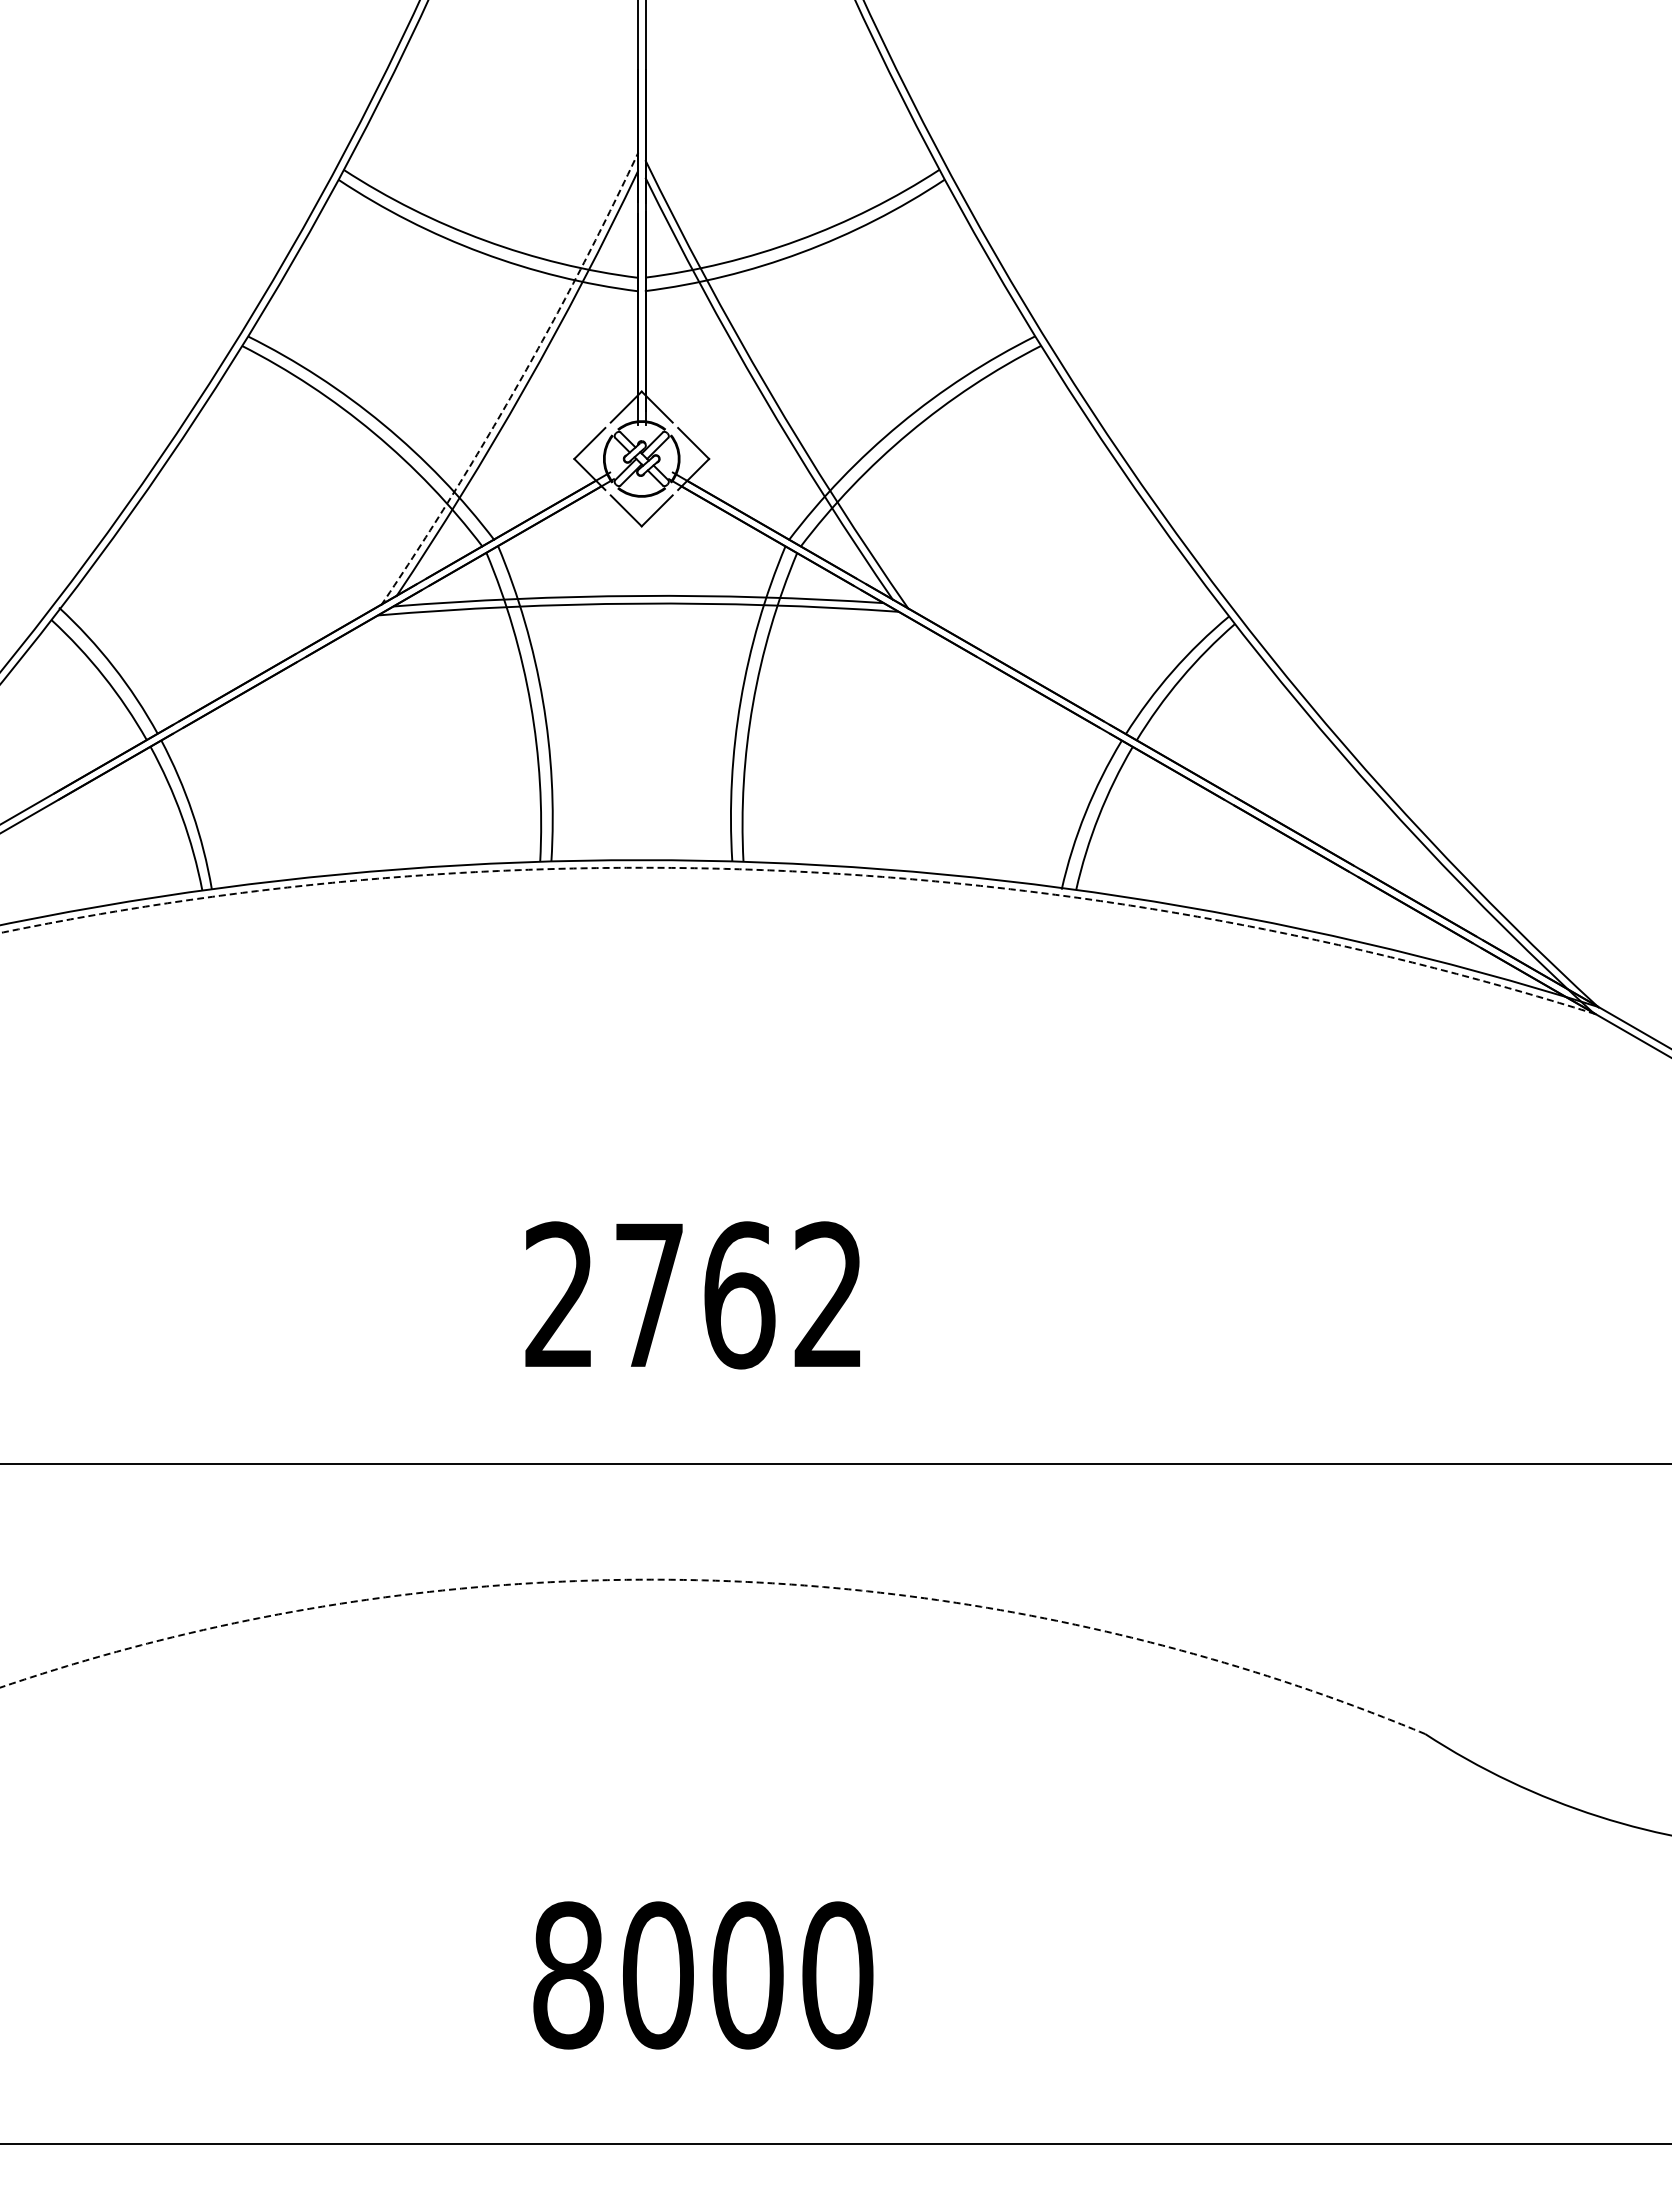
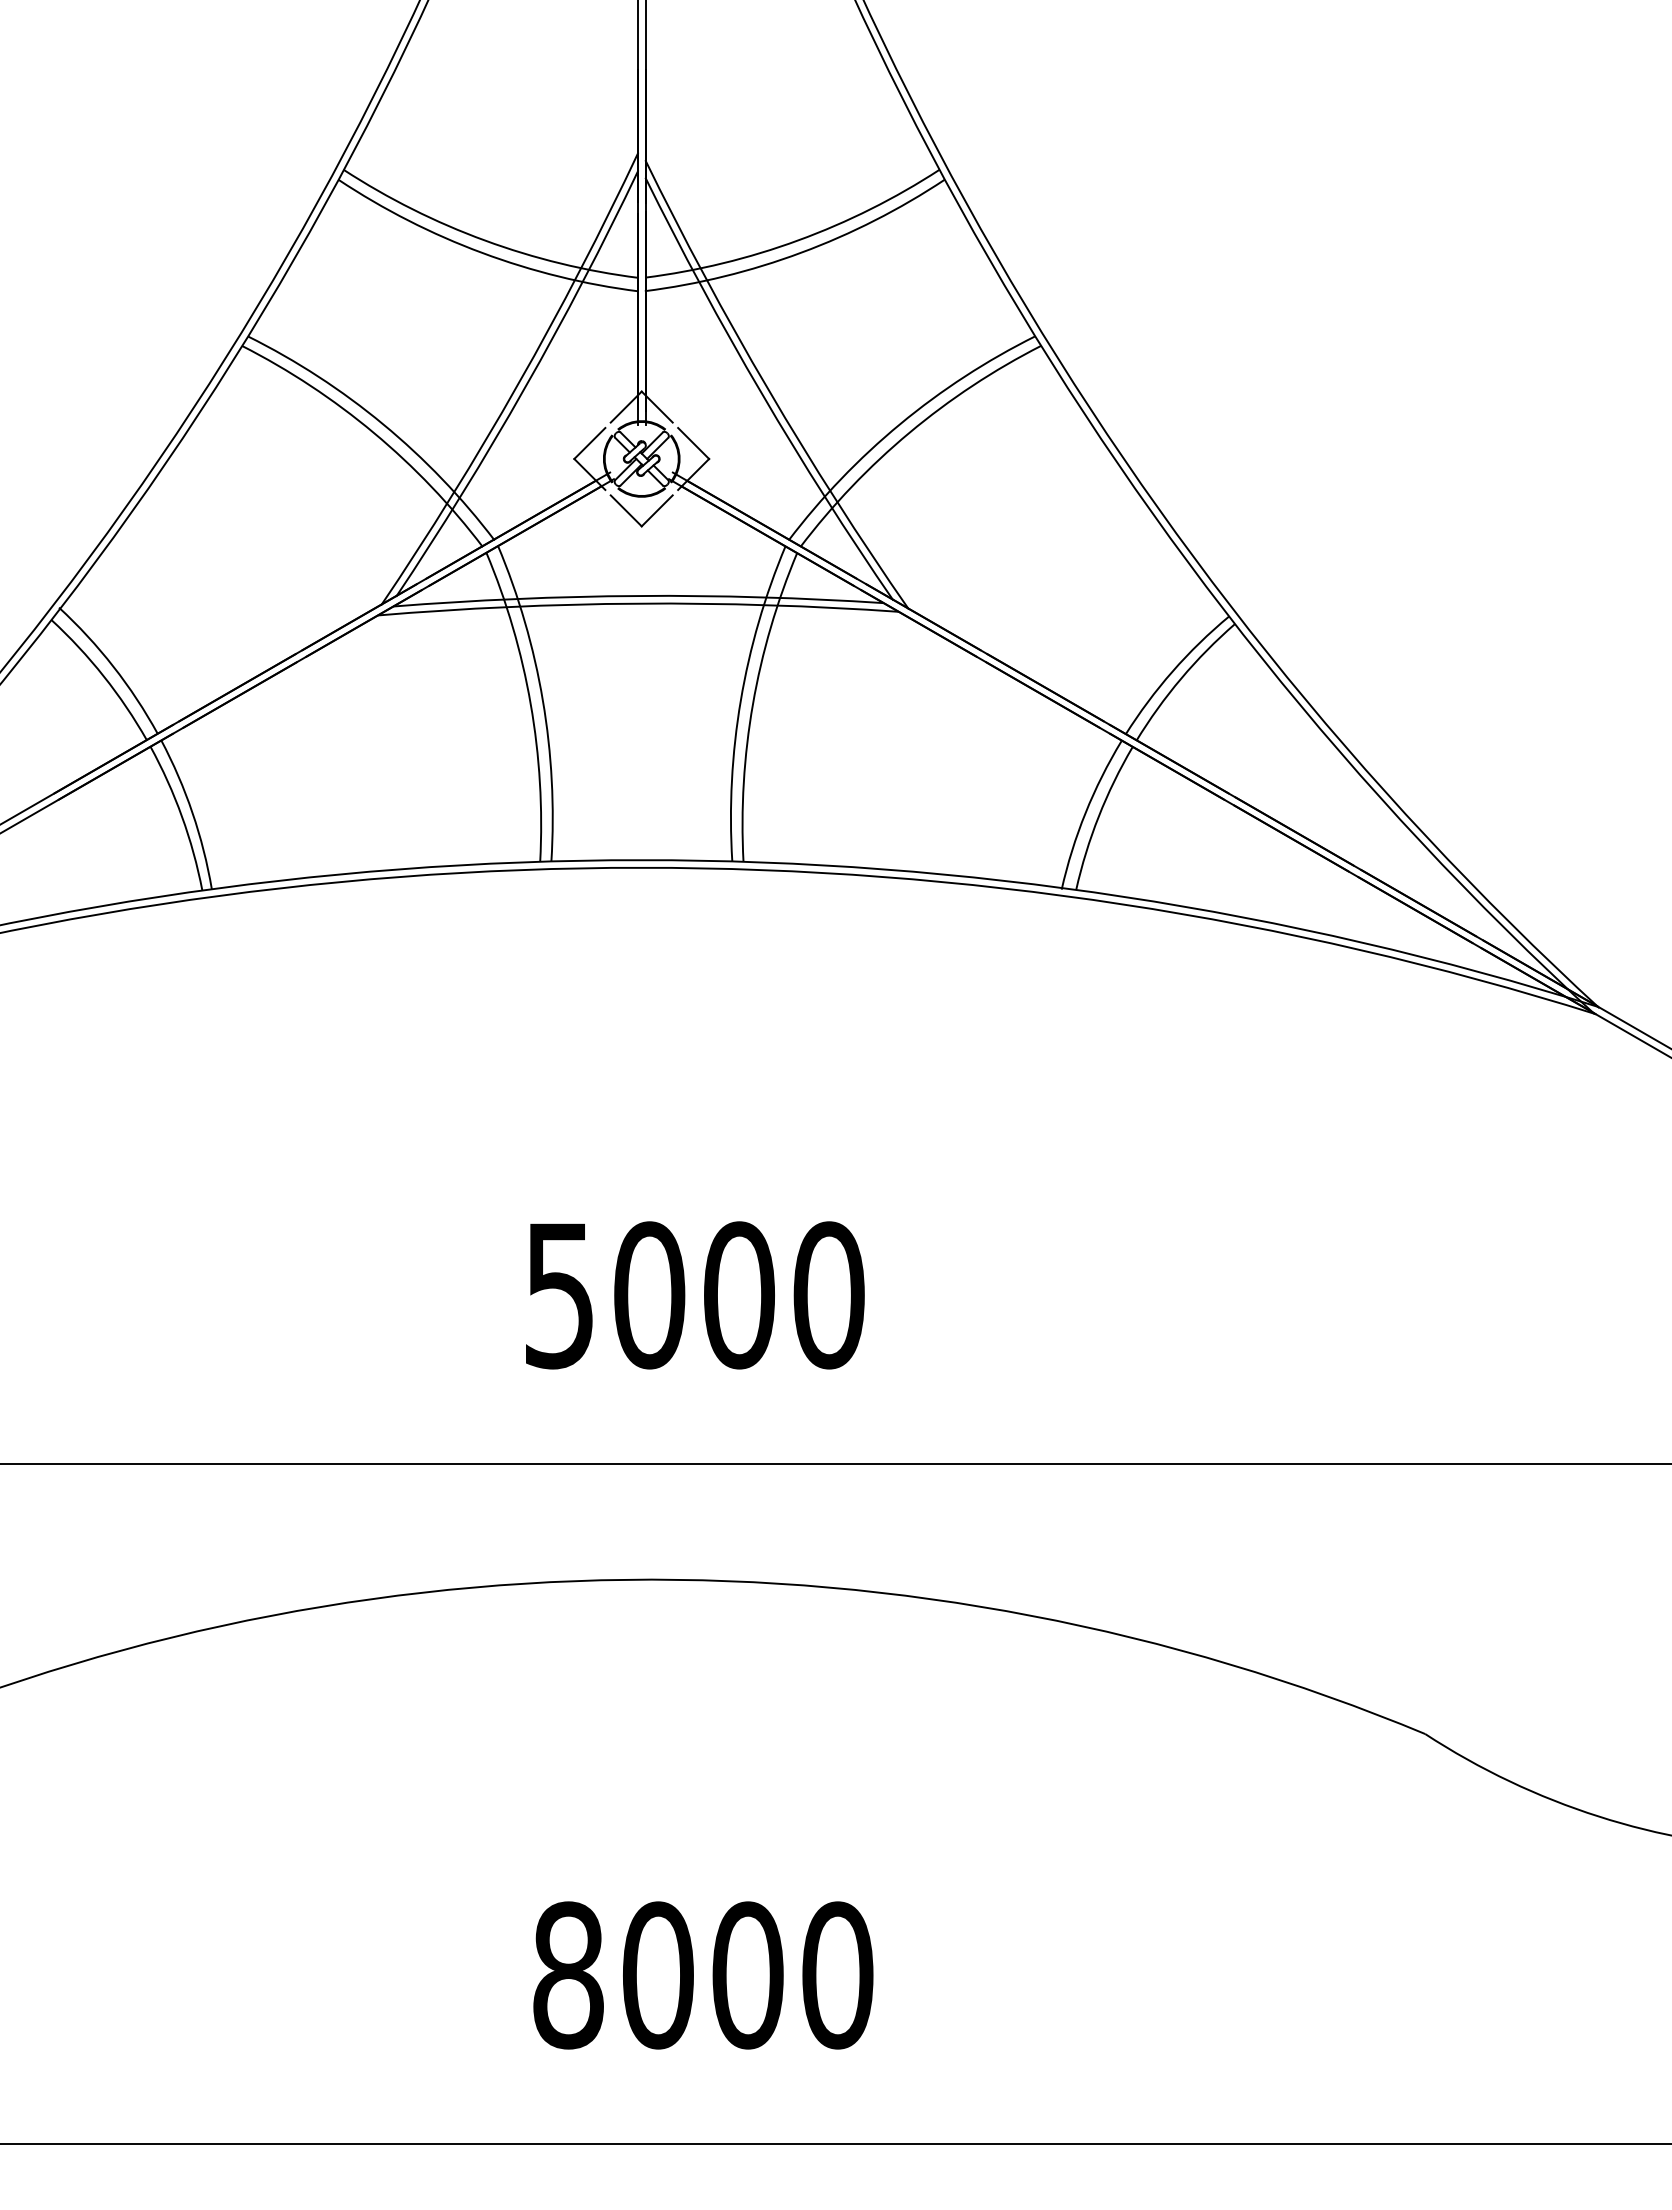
arc at (518, 383): dashed -> solid
arc at (801, 871): dashed -> solid
text at (694, 1295): 2762 -> 5000
arc at (717, 1580): dashed -> solid
